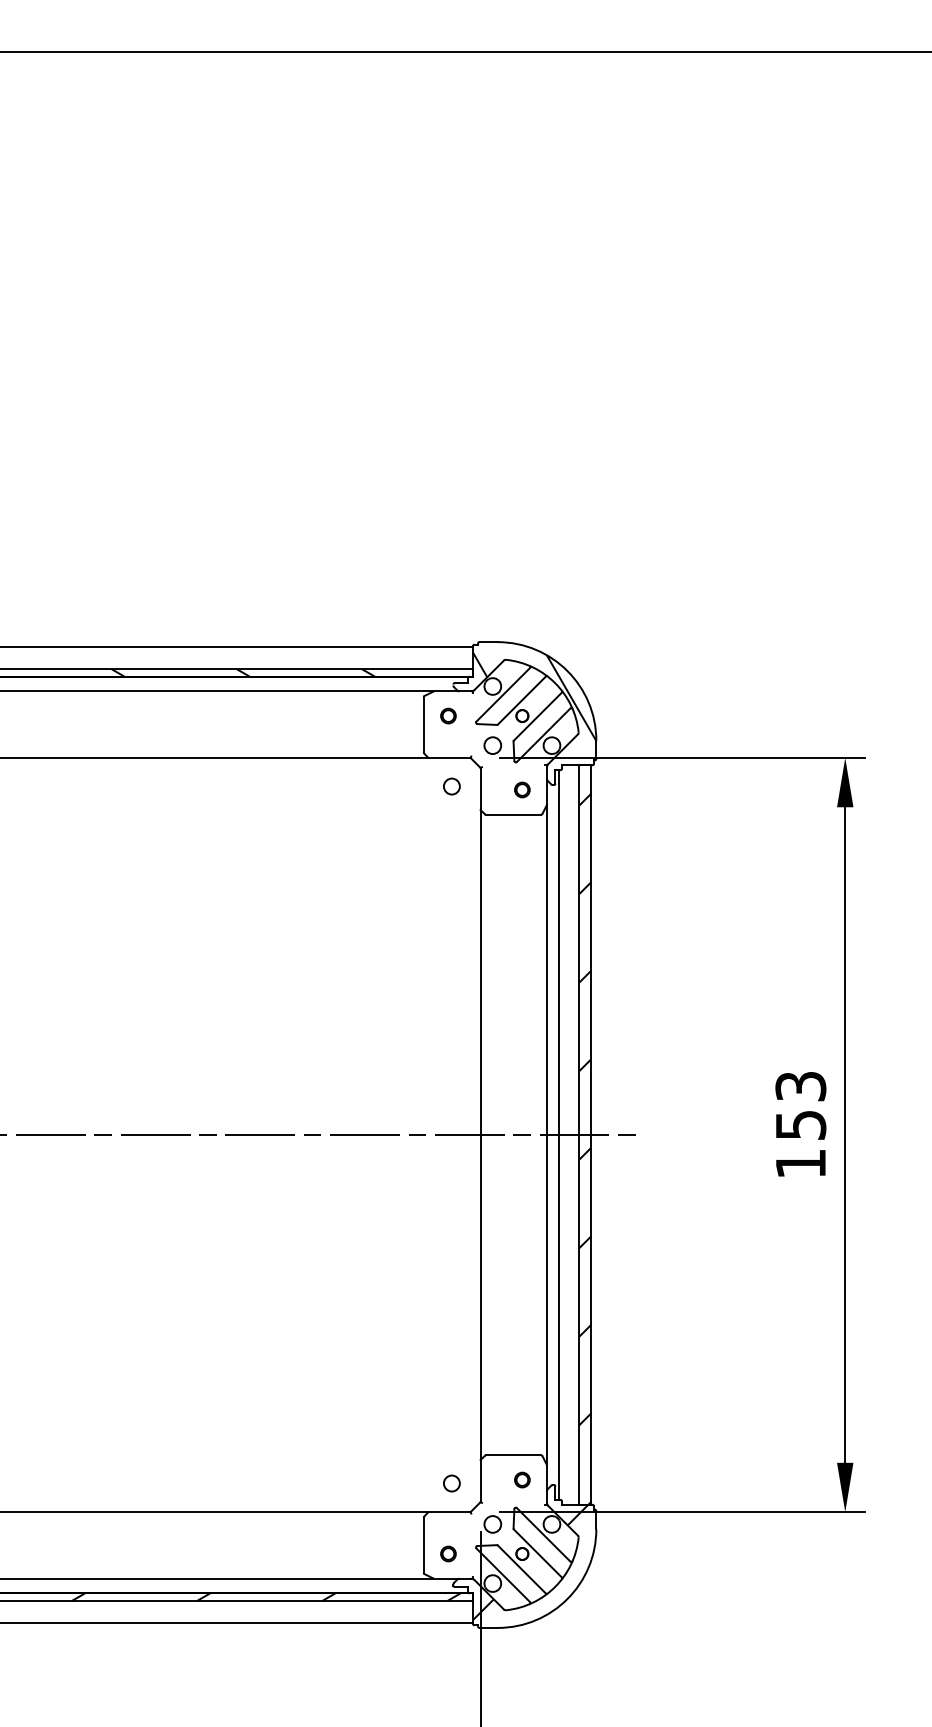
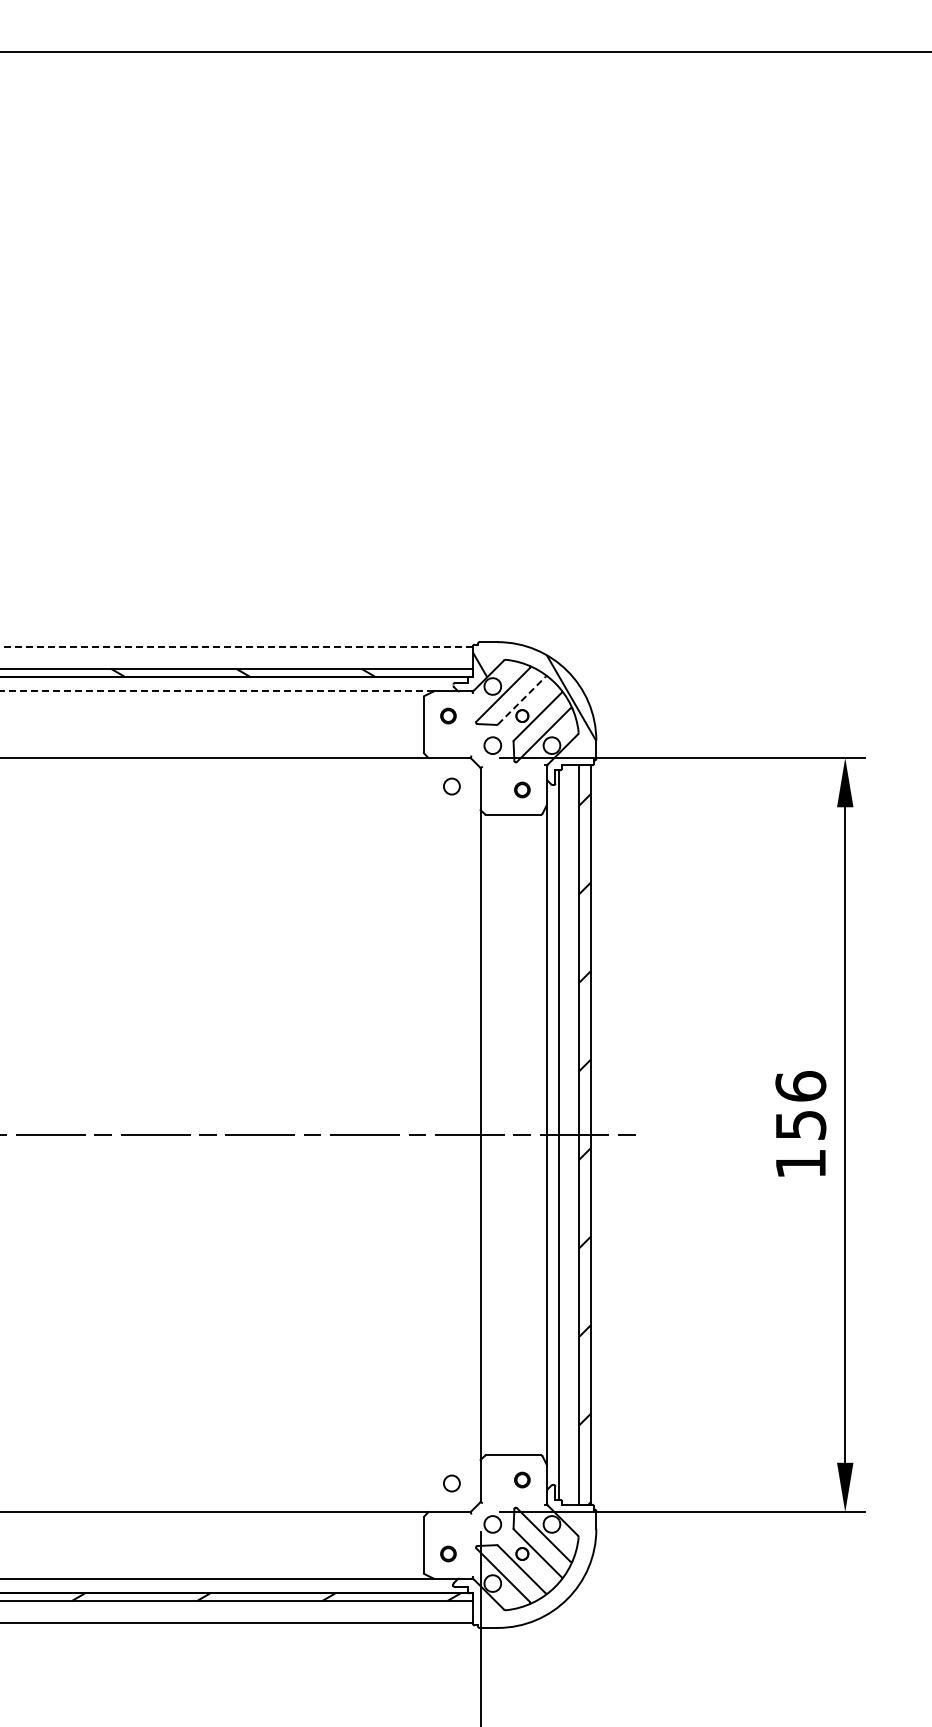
line at (236, 647): solid -> dashed
line at (217, 691): solid -> dashed
line at (521, 700): solid -> dashed
text at (800, 1086): 153 -> 156
hatch at (530, 1562): present -> none
